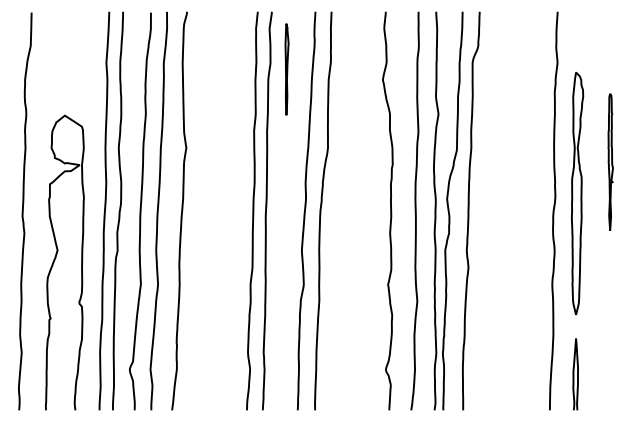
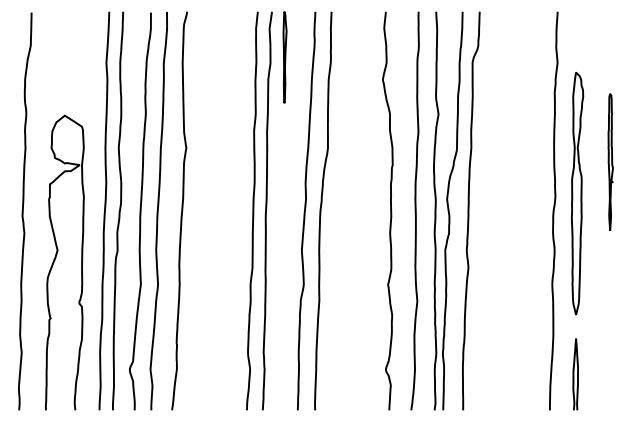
part at (286, 69) position: (286, 69) -> (284, 57)
